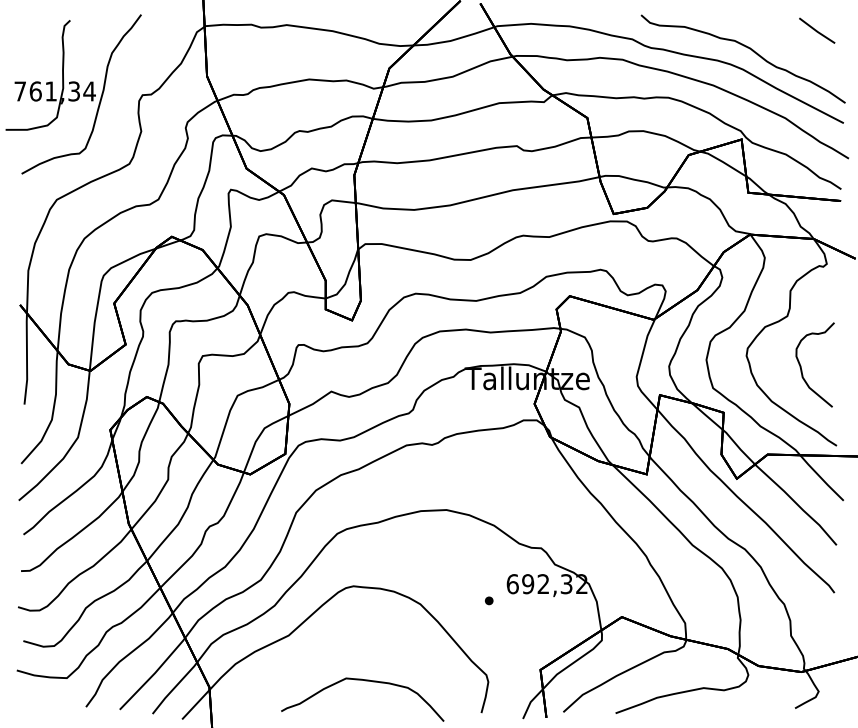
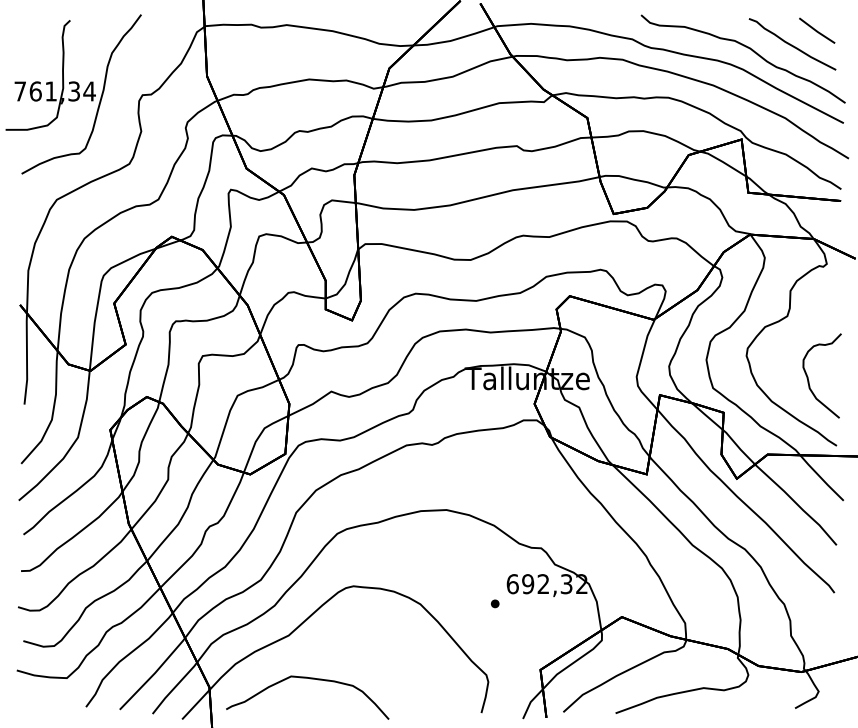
curve at (792, 44): none -> present
curve at (802, 369) position: (802, 369) -> (809, 380)
part at (489, 600) position: (489, 600) -> (495, 603)
curve at (365, 681) position: (365, 681) -> (310, 679)
